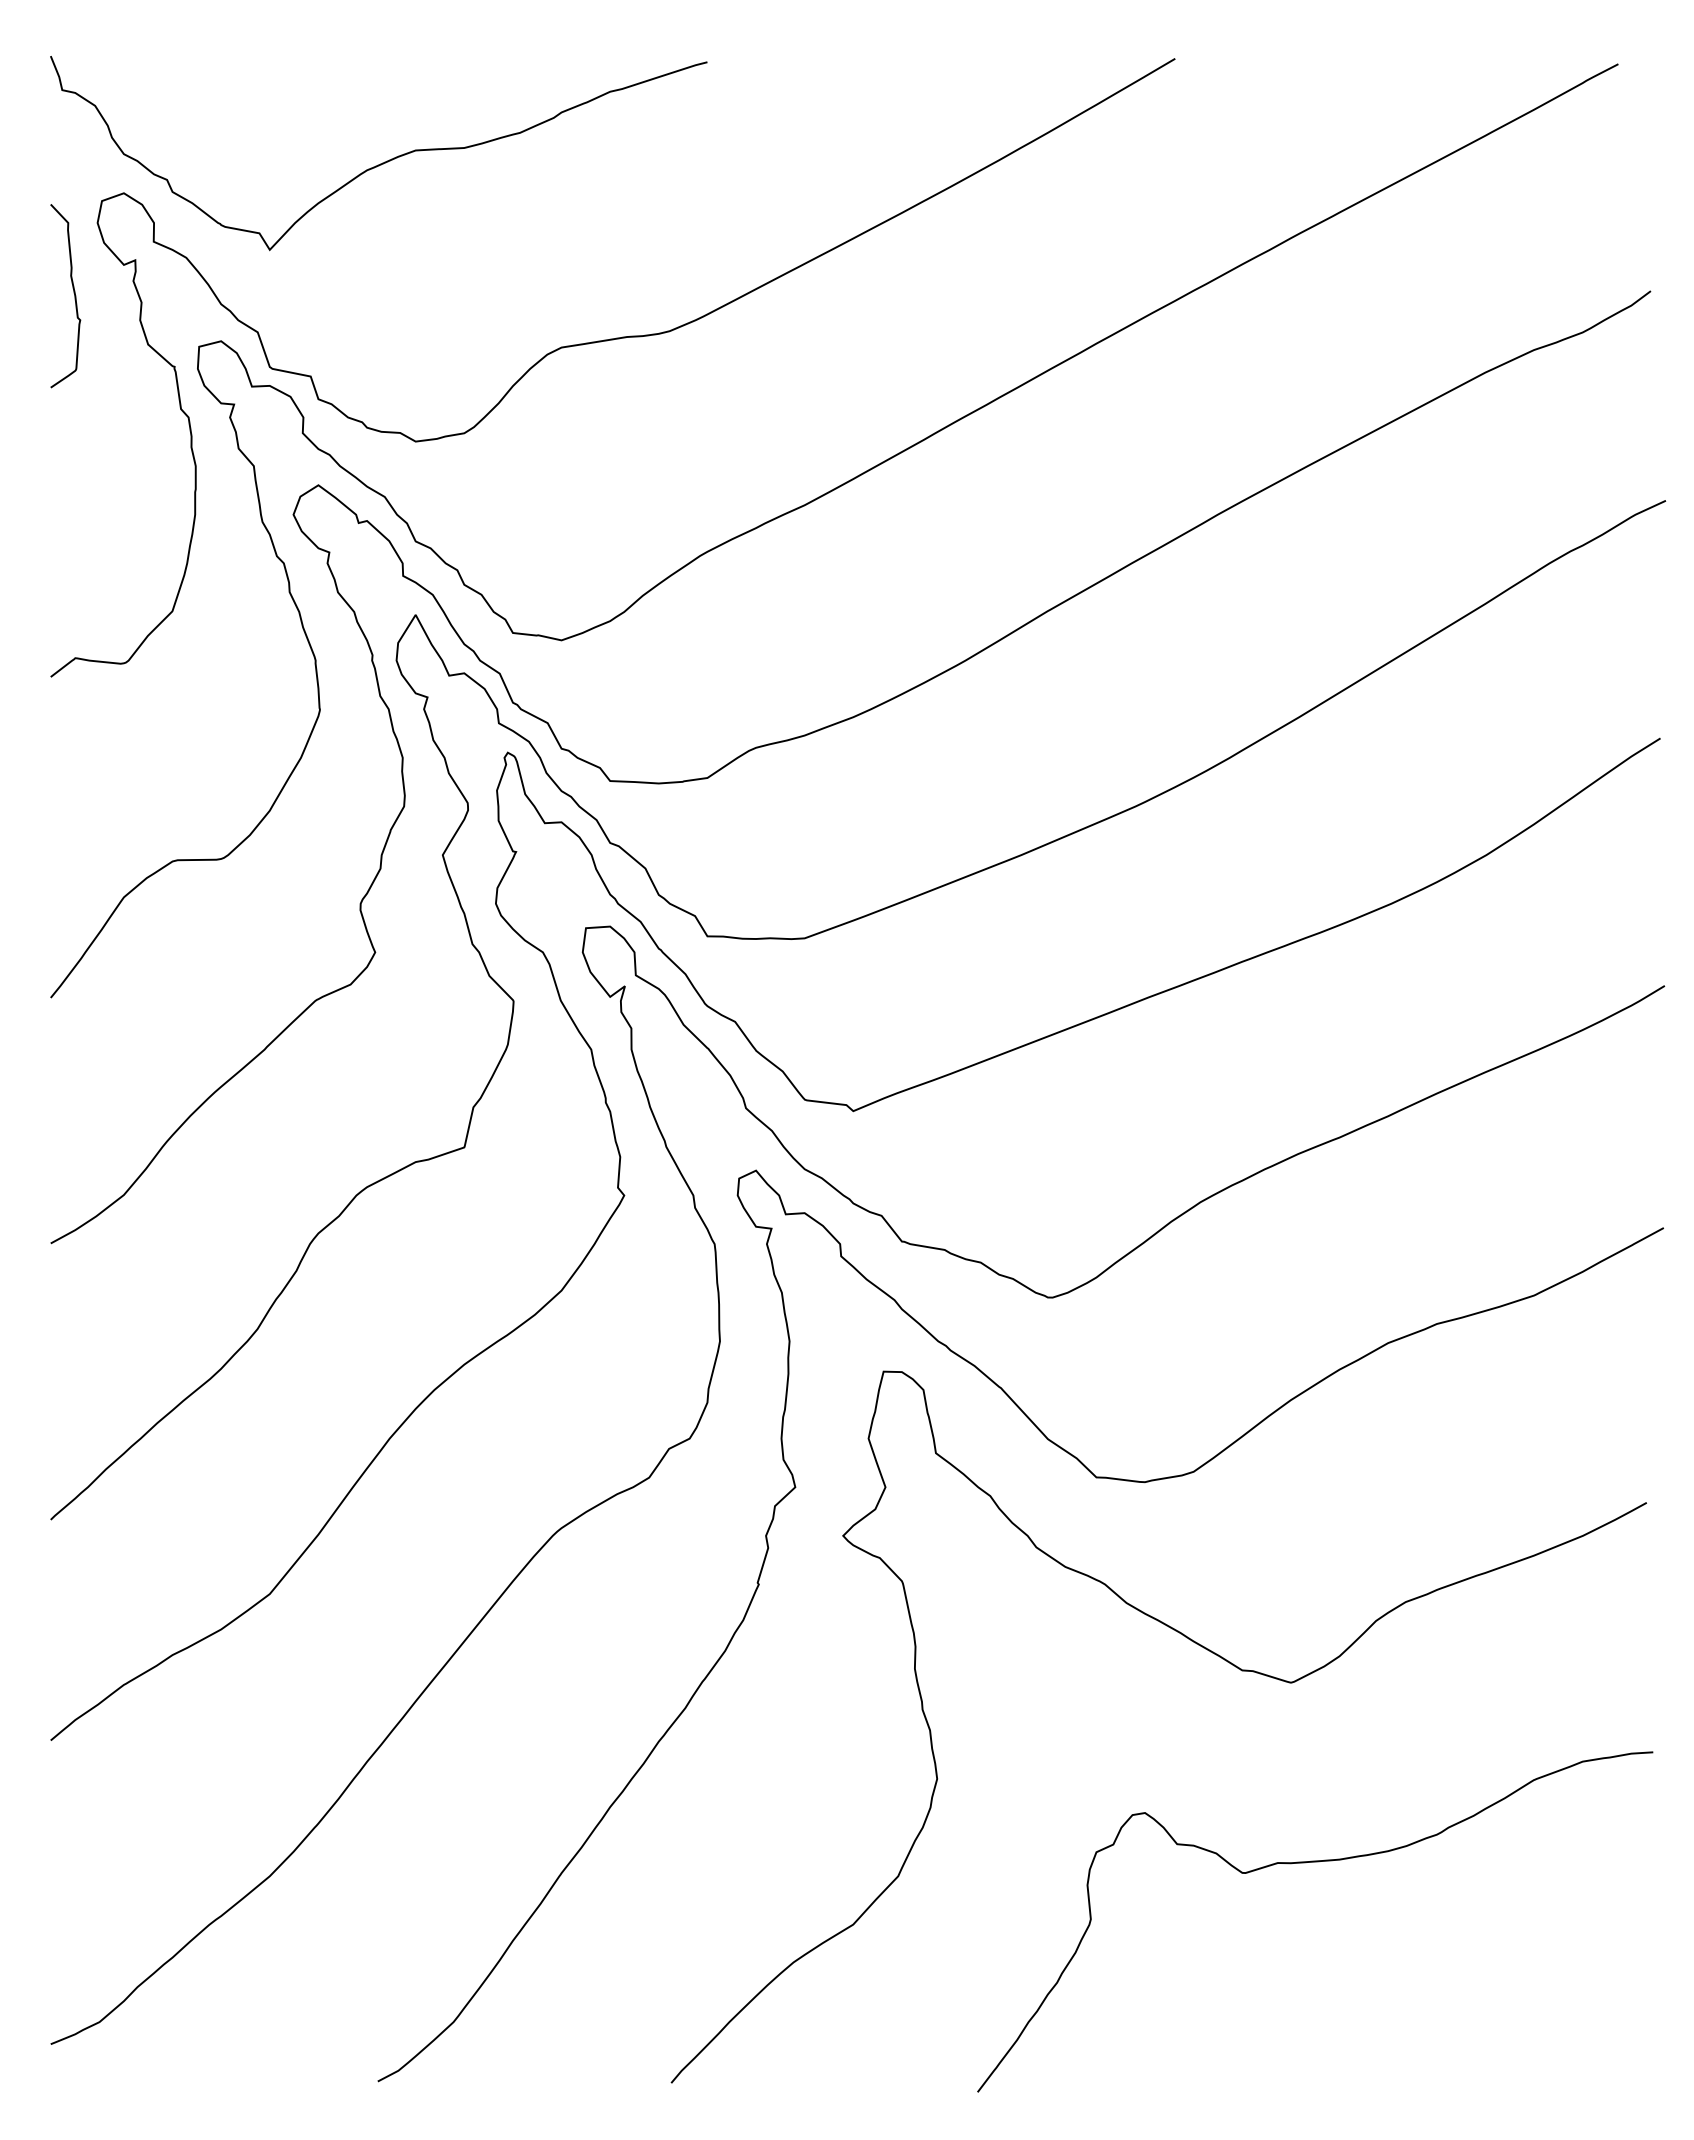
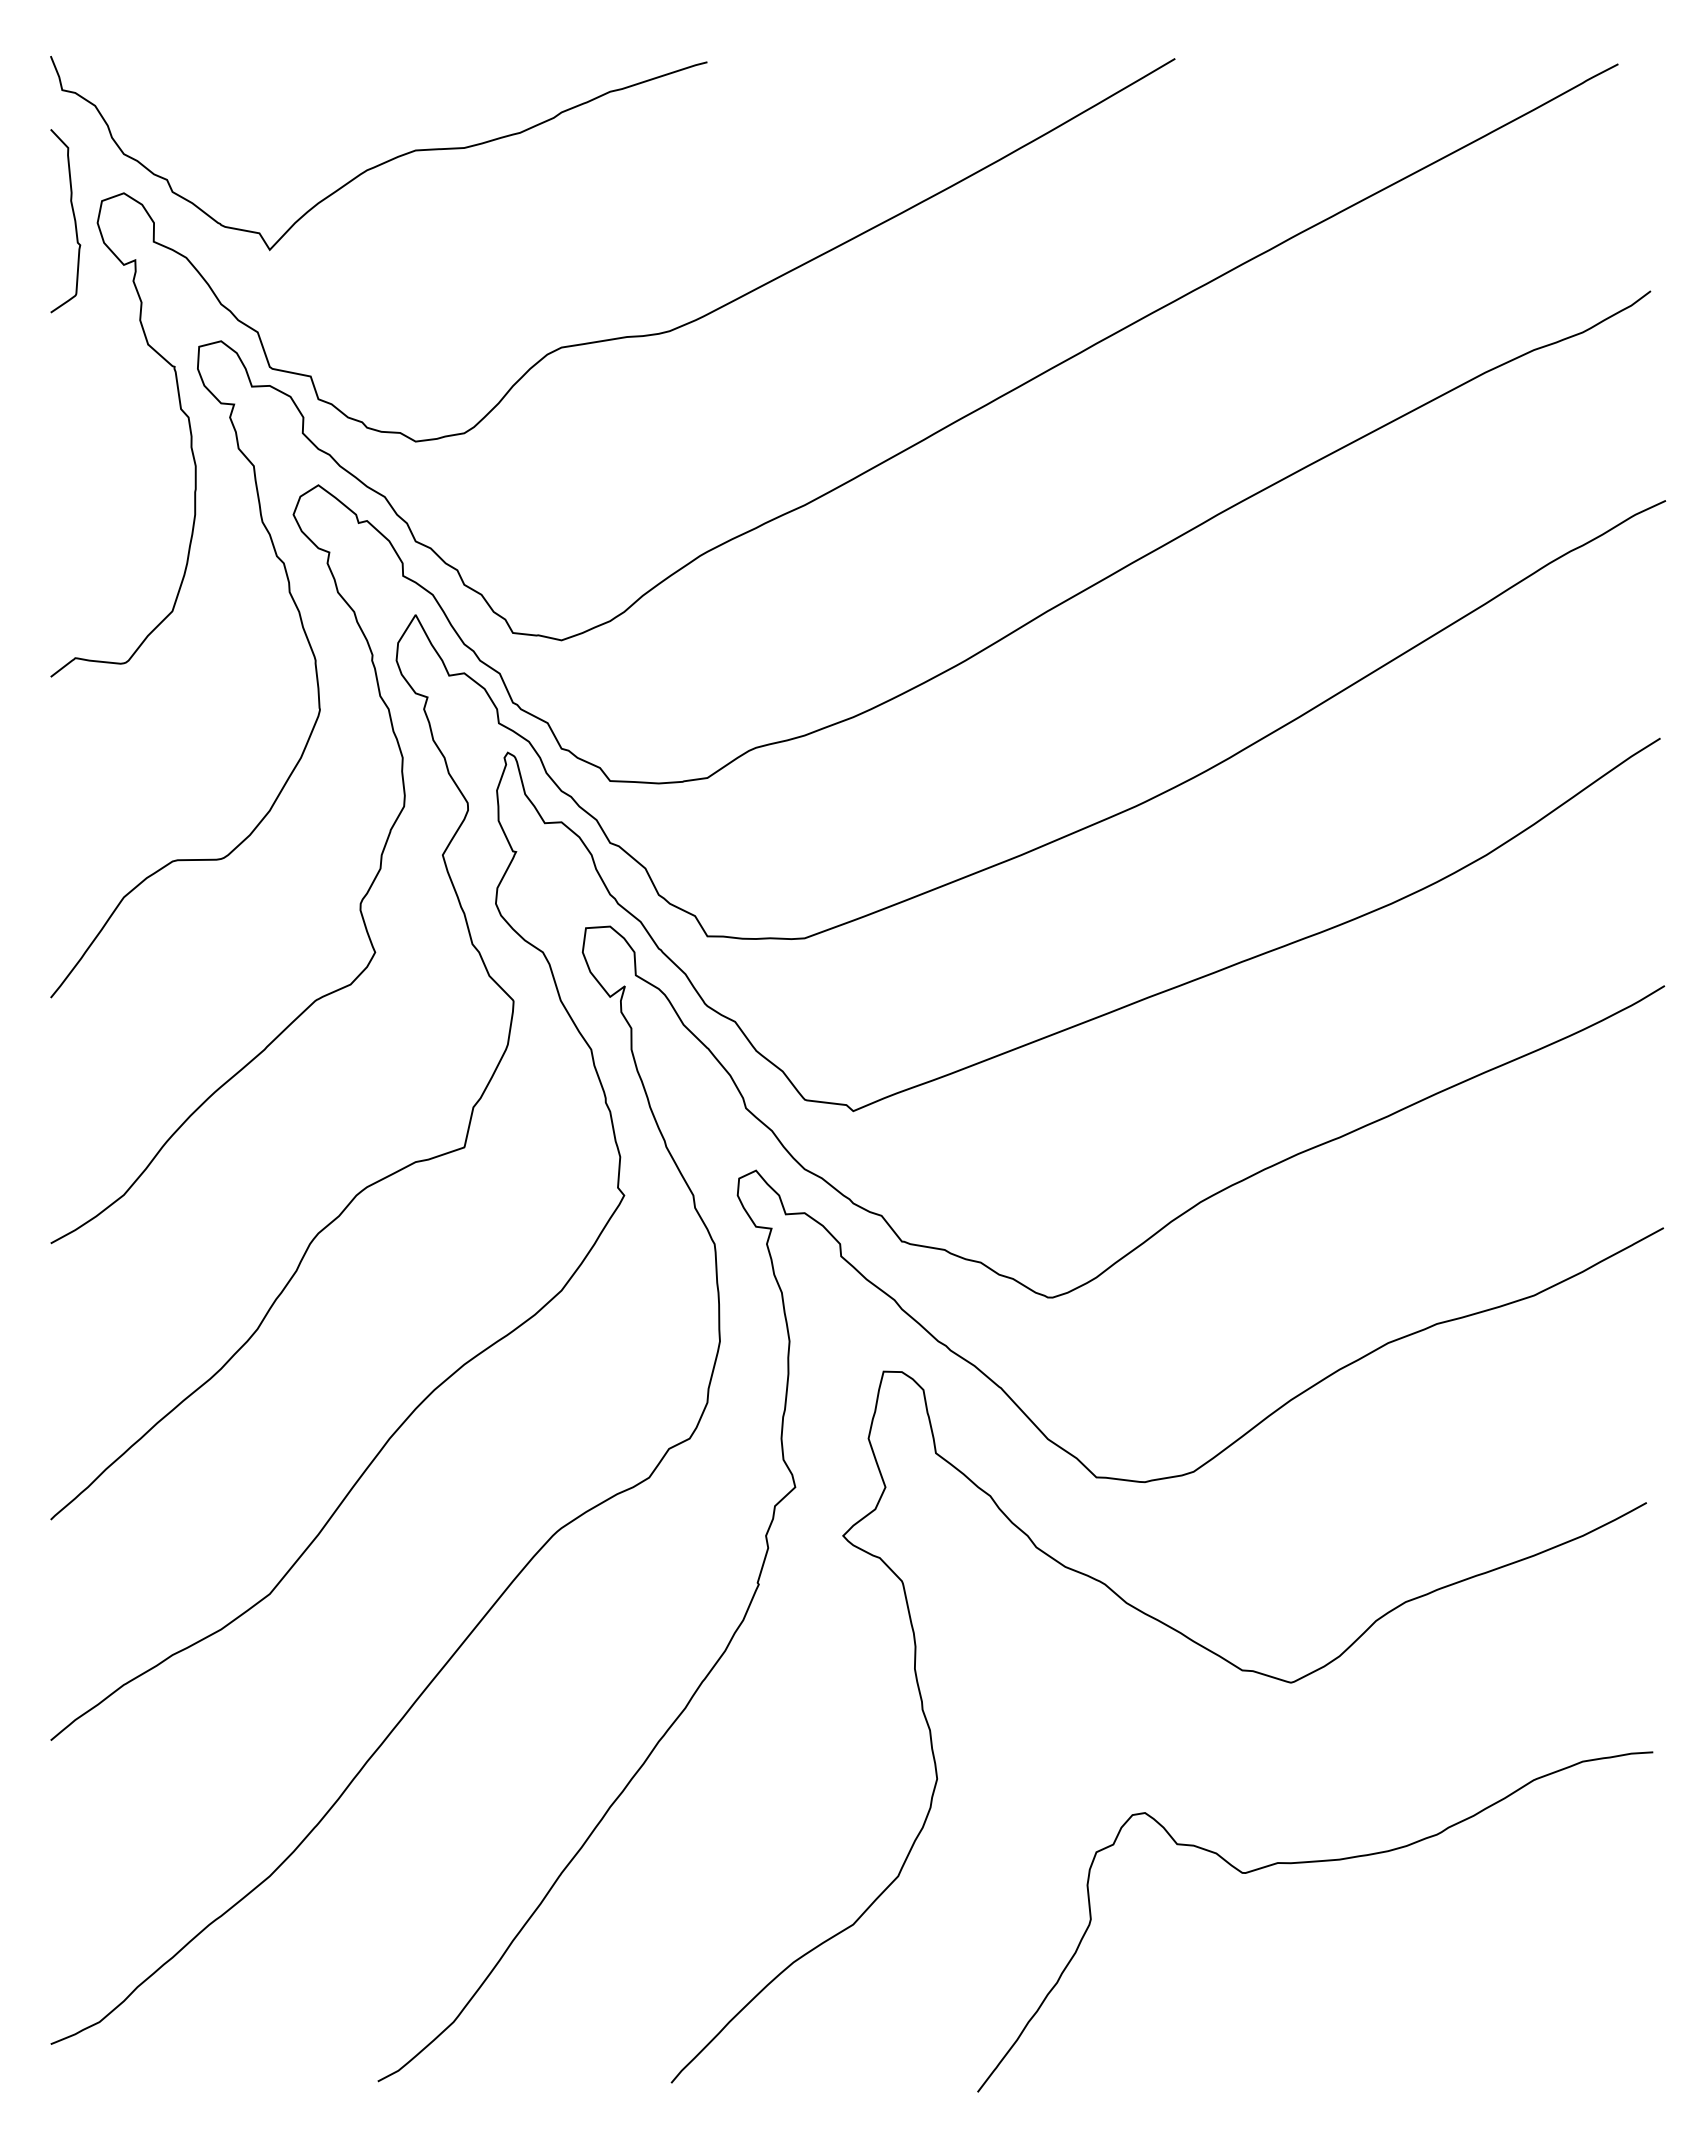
curve at (73, 293) position: (73, 293) -> (73, 218)
